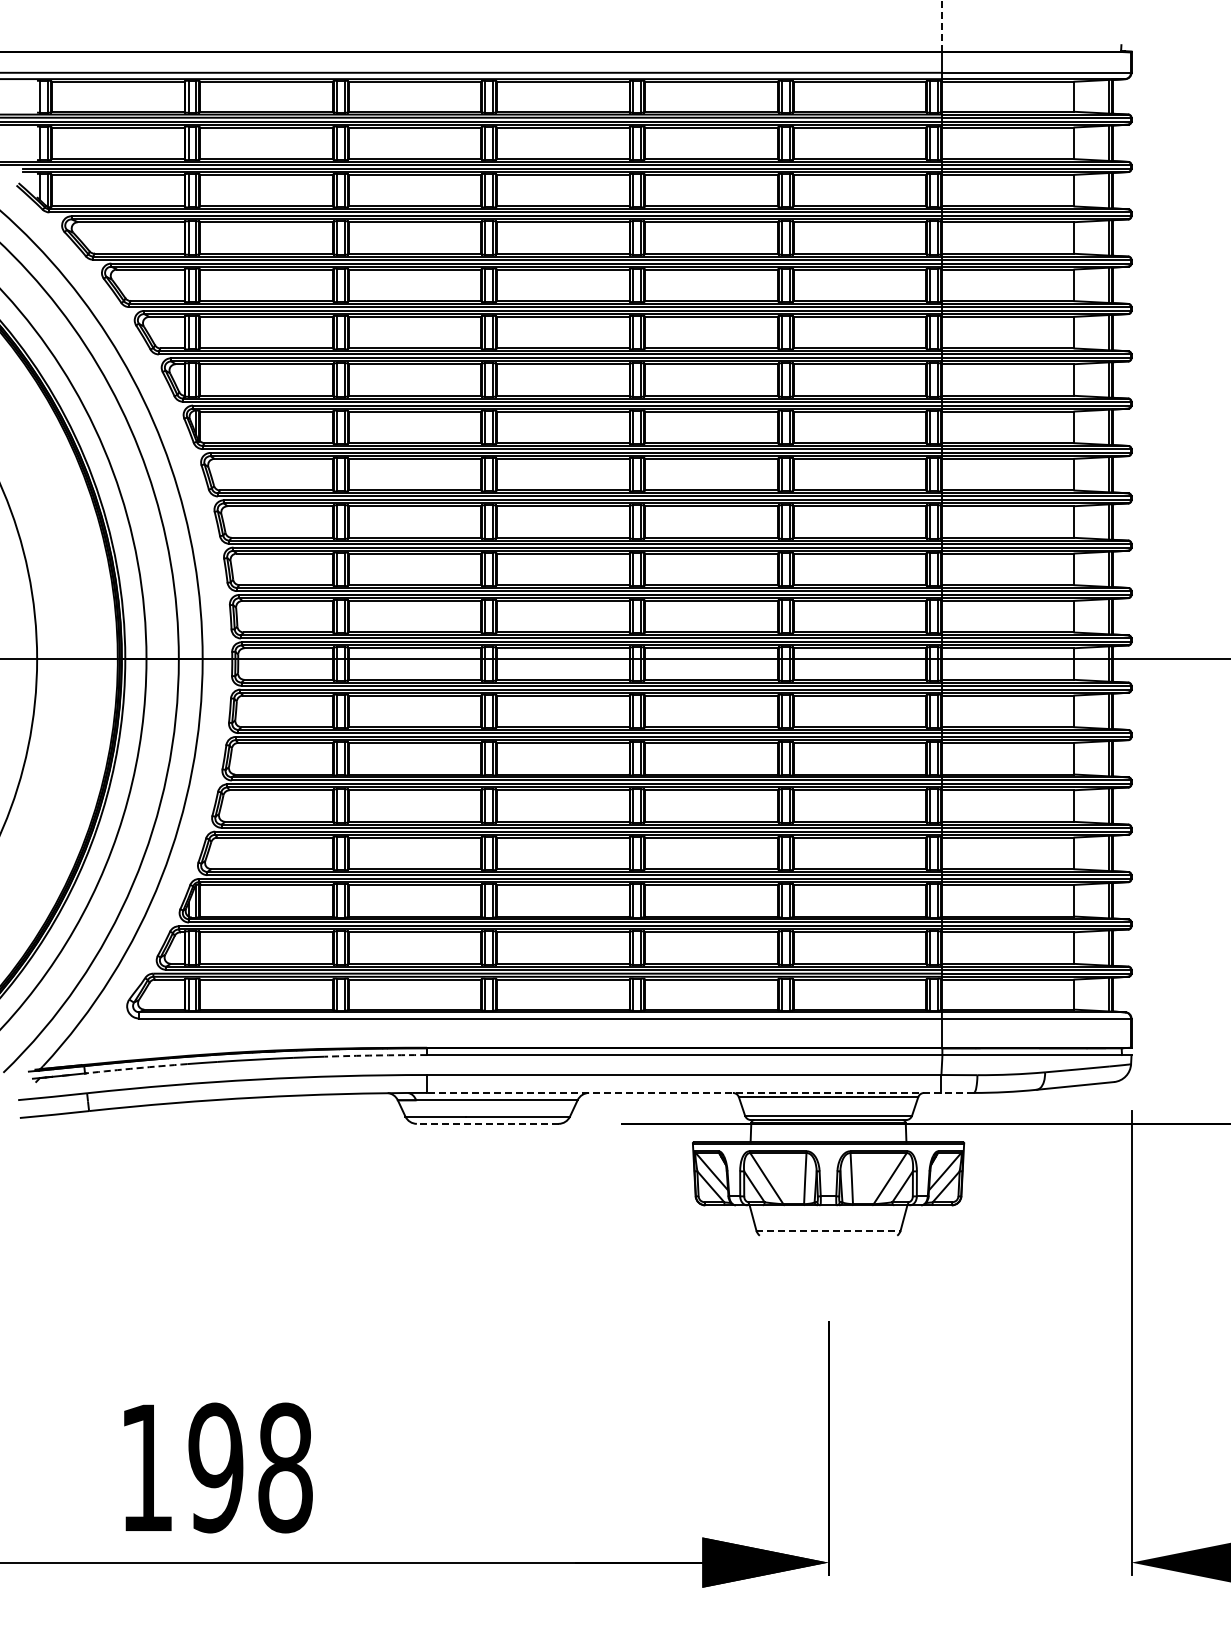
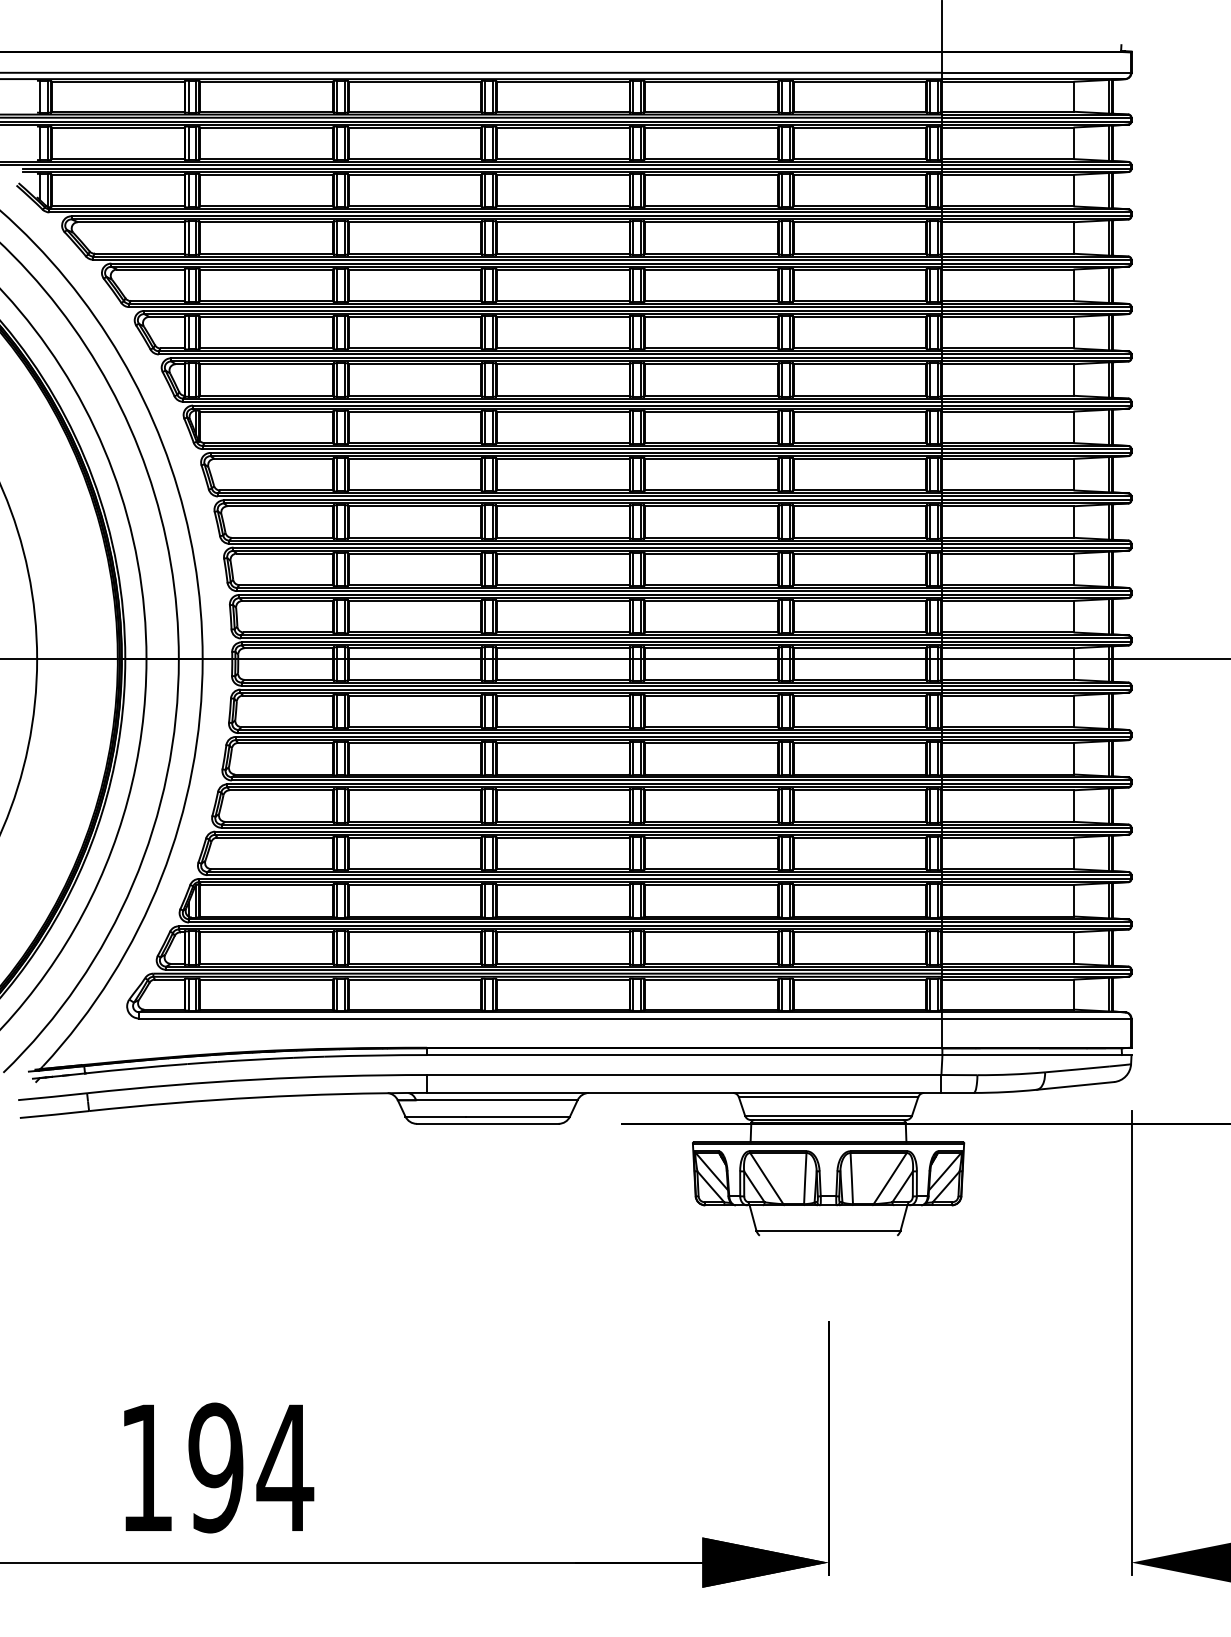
line at (942, 26): dashed -> solid
arc at (375, 1055): dashed -> solid
arc at (136, 1068): dashed -> solid
line at (699, 1092): dashed -> solid
line at (487, 1123): dashed -> solid
line at (829, 1230): dashed -> solid
text at (285, 1467): 198 -> 194
